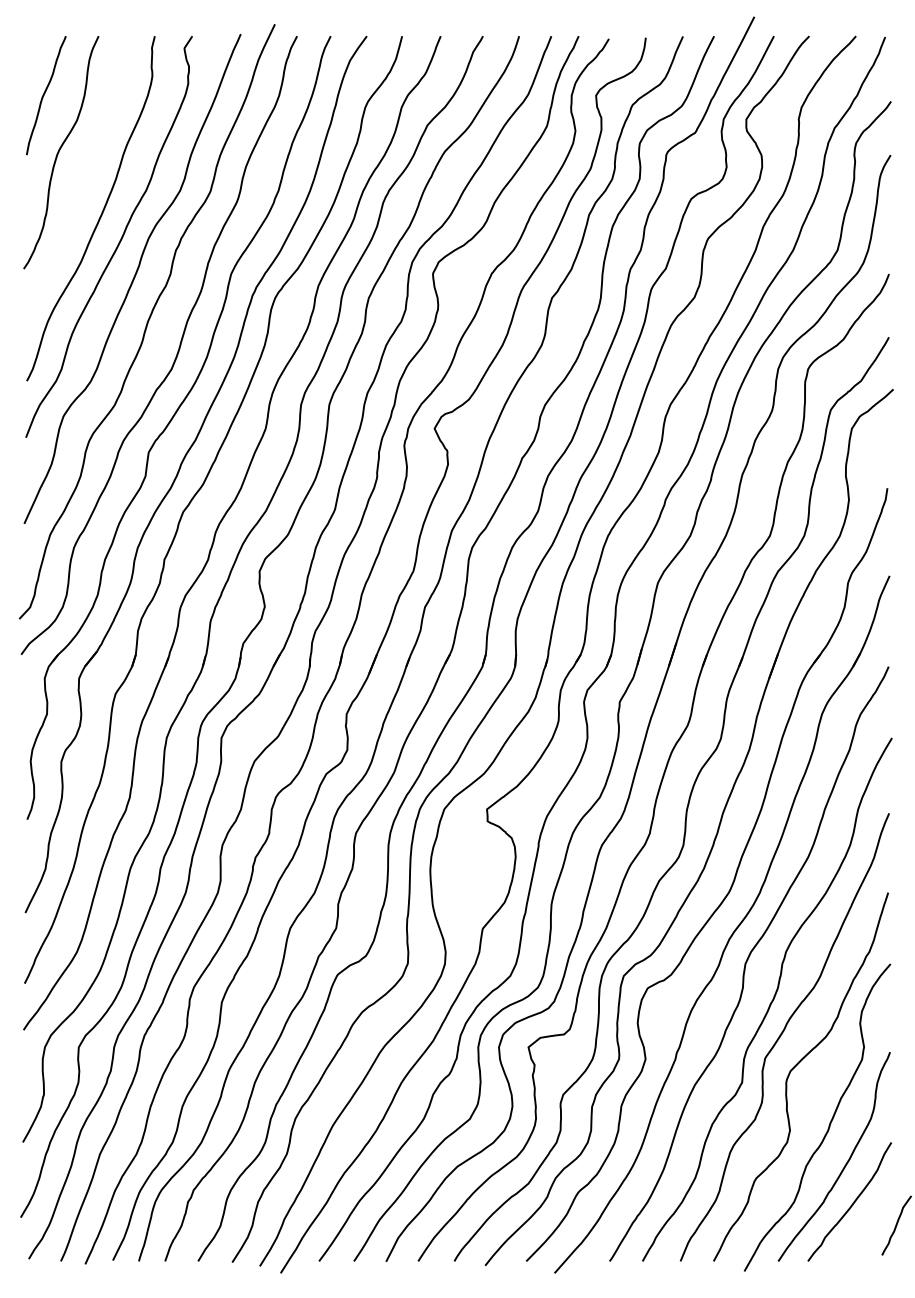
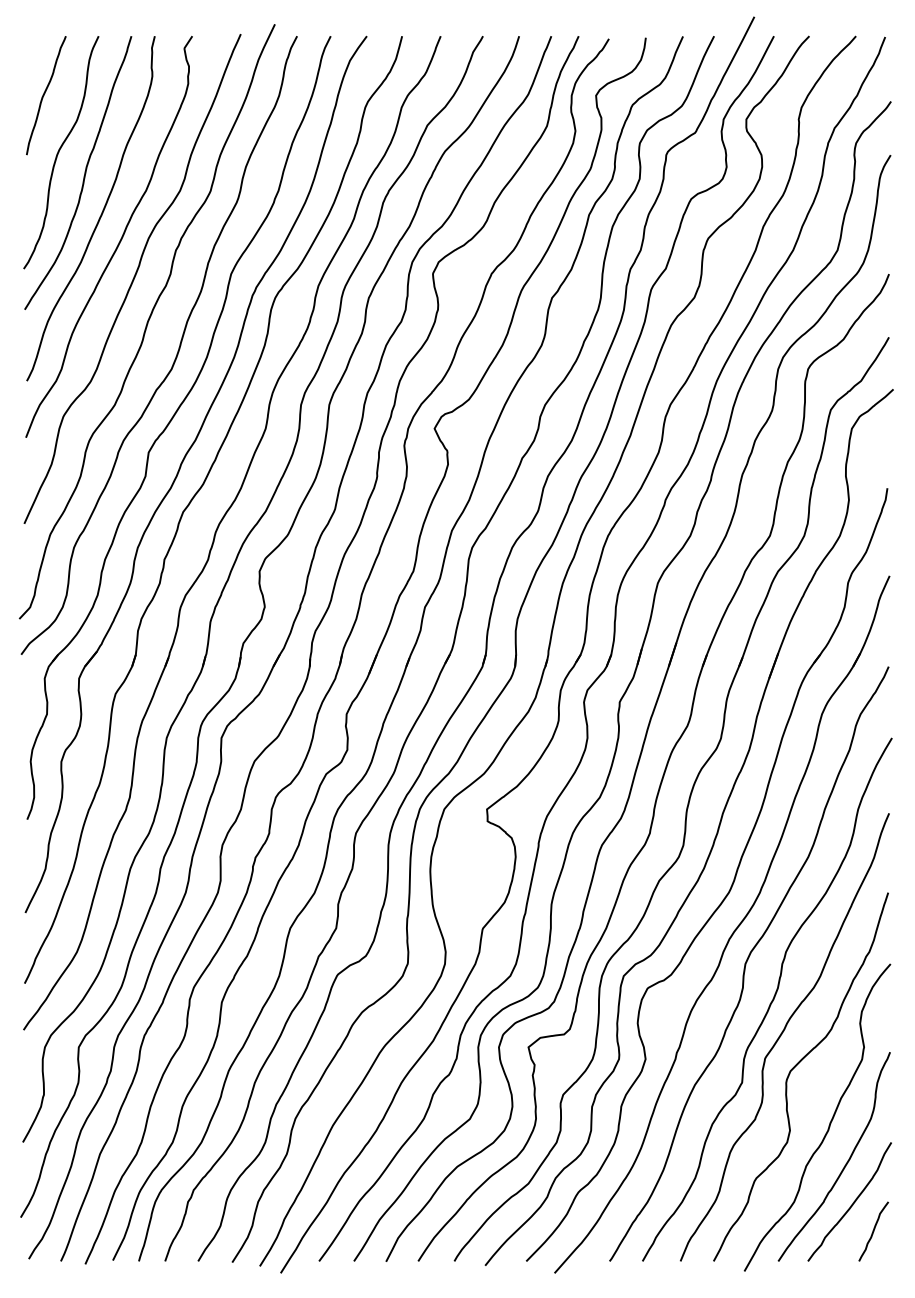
curve at (84, 172): none -> present
curve at (896, 1225) position: (896, 1225) -> (873, 1231)
